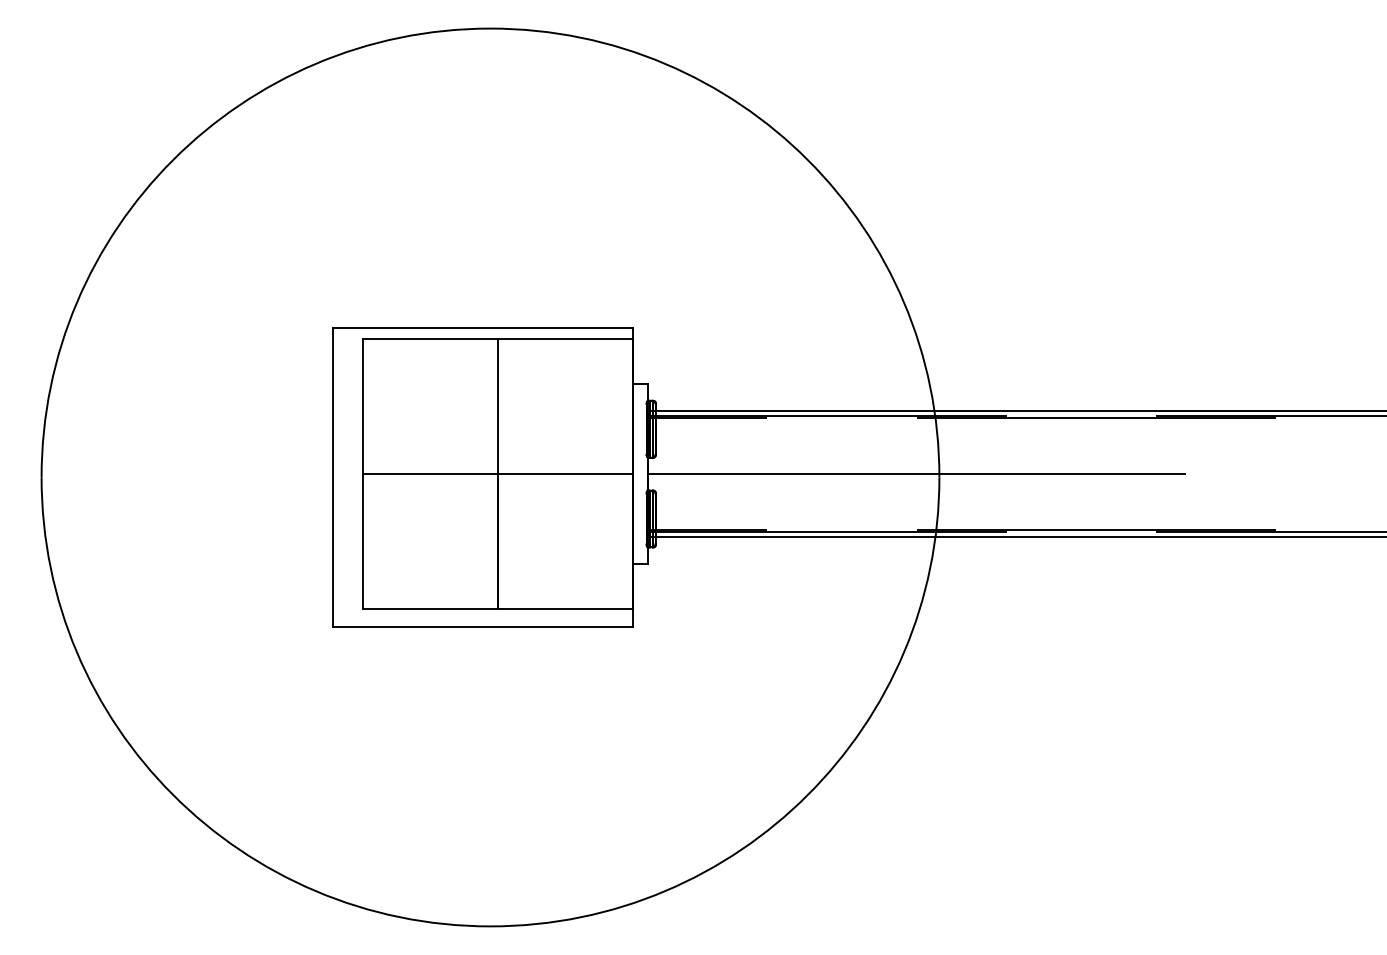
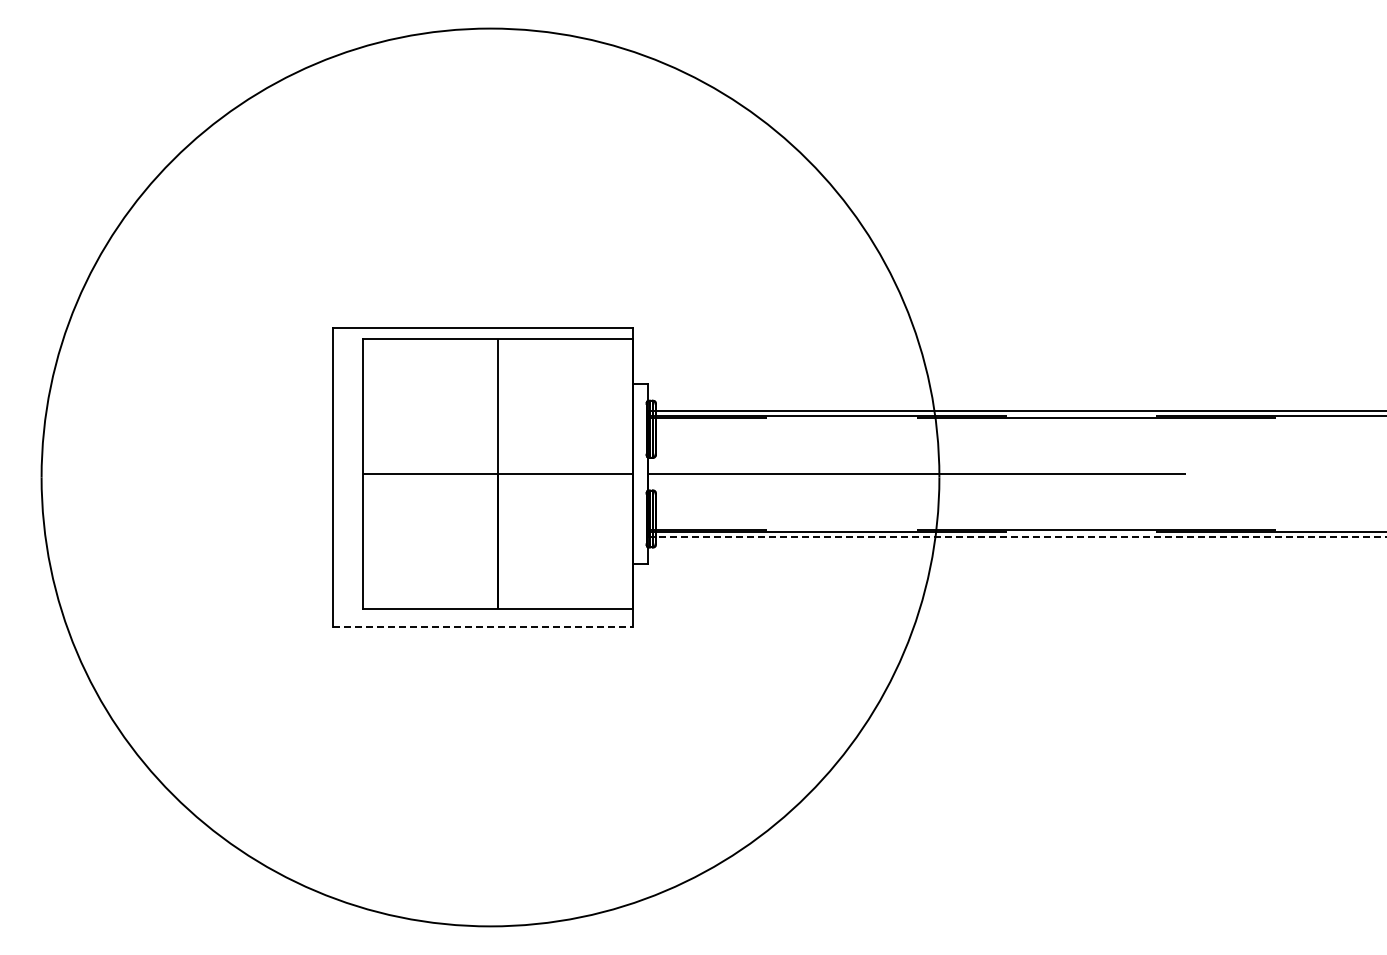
line at (1017, 536): solid -> dashed
line at (483, 627): solid -> dashed
